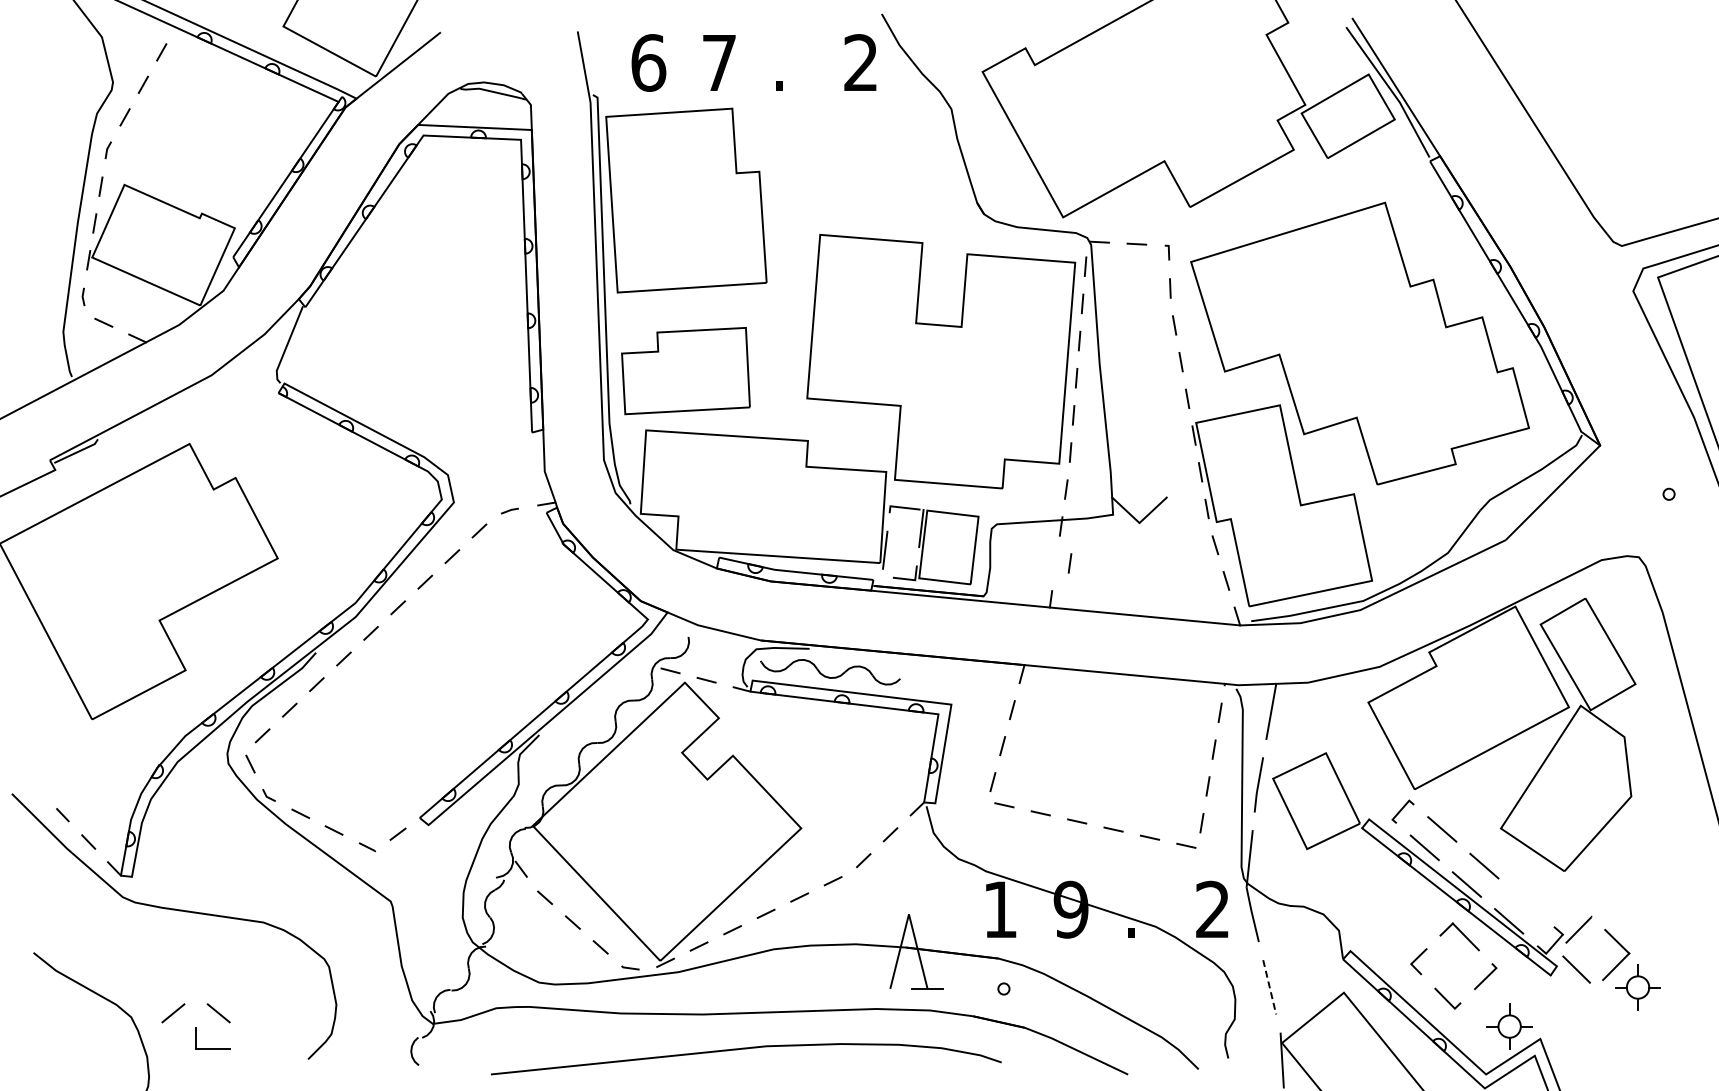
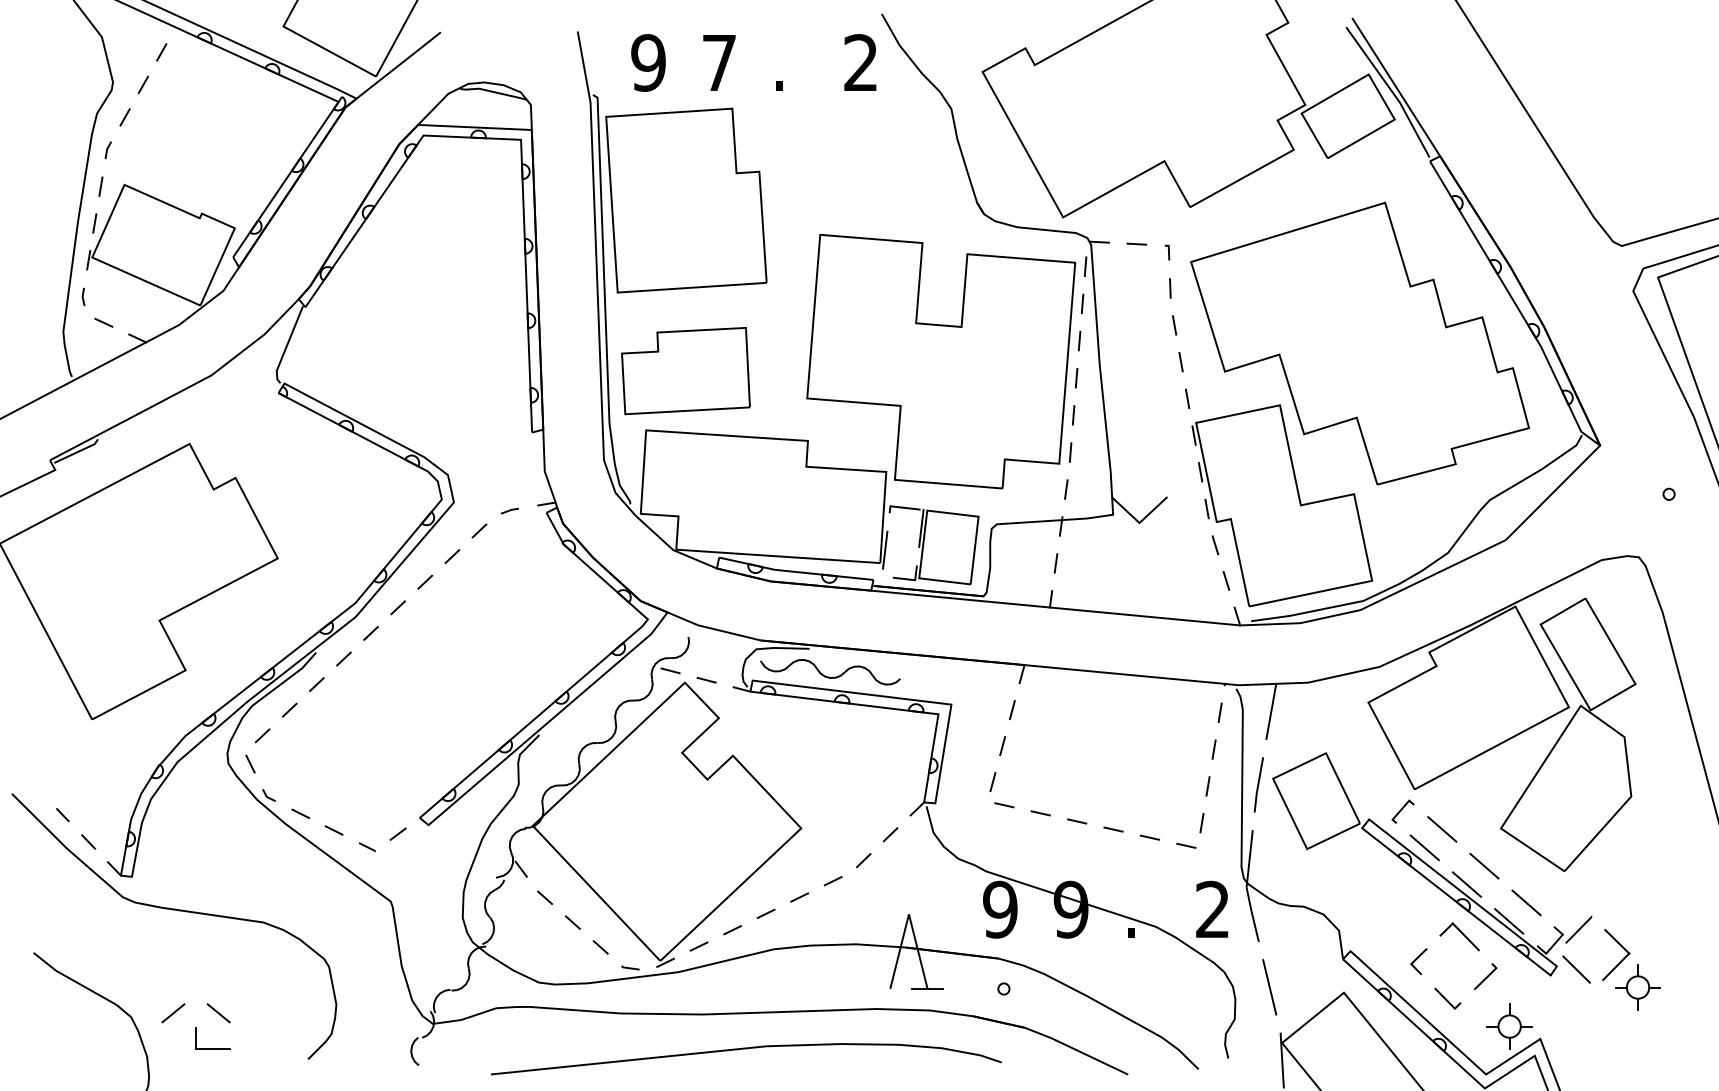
text at (648, 62): 6 -> 9
line at (1069, 563) position: (1069, 563) -> (1055, 563)
line at (1526, 902): none -> present
text at (1000, 909): 1 -> 9
line at (1269, 987): dashed -> solid
